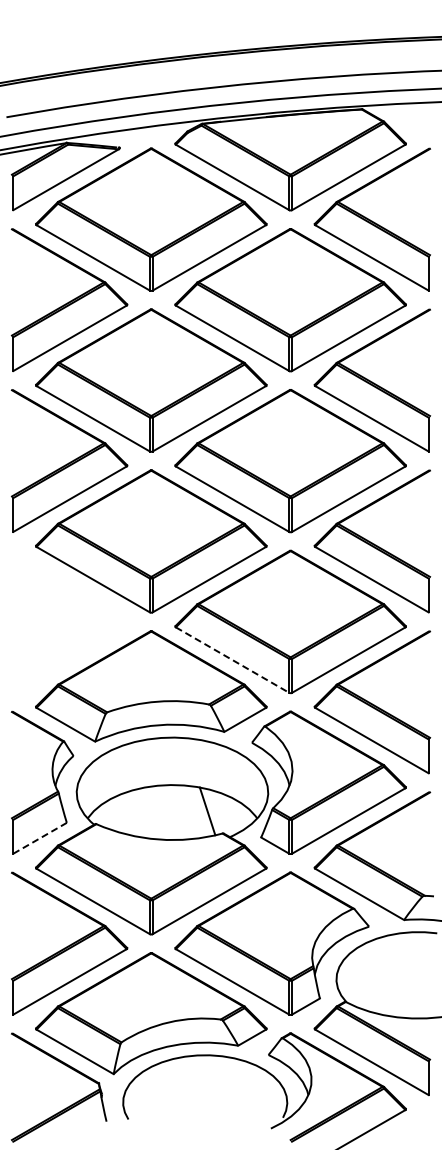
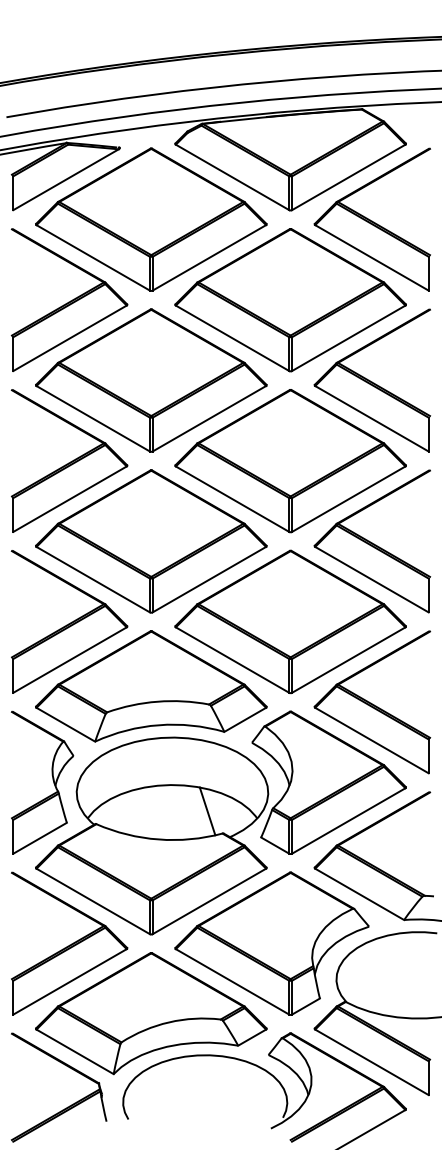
part at (69, 621): none -> present
line at (233, 660): dashed -> solid
line at (40, 838): dashed -> solid
